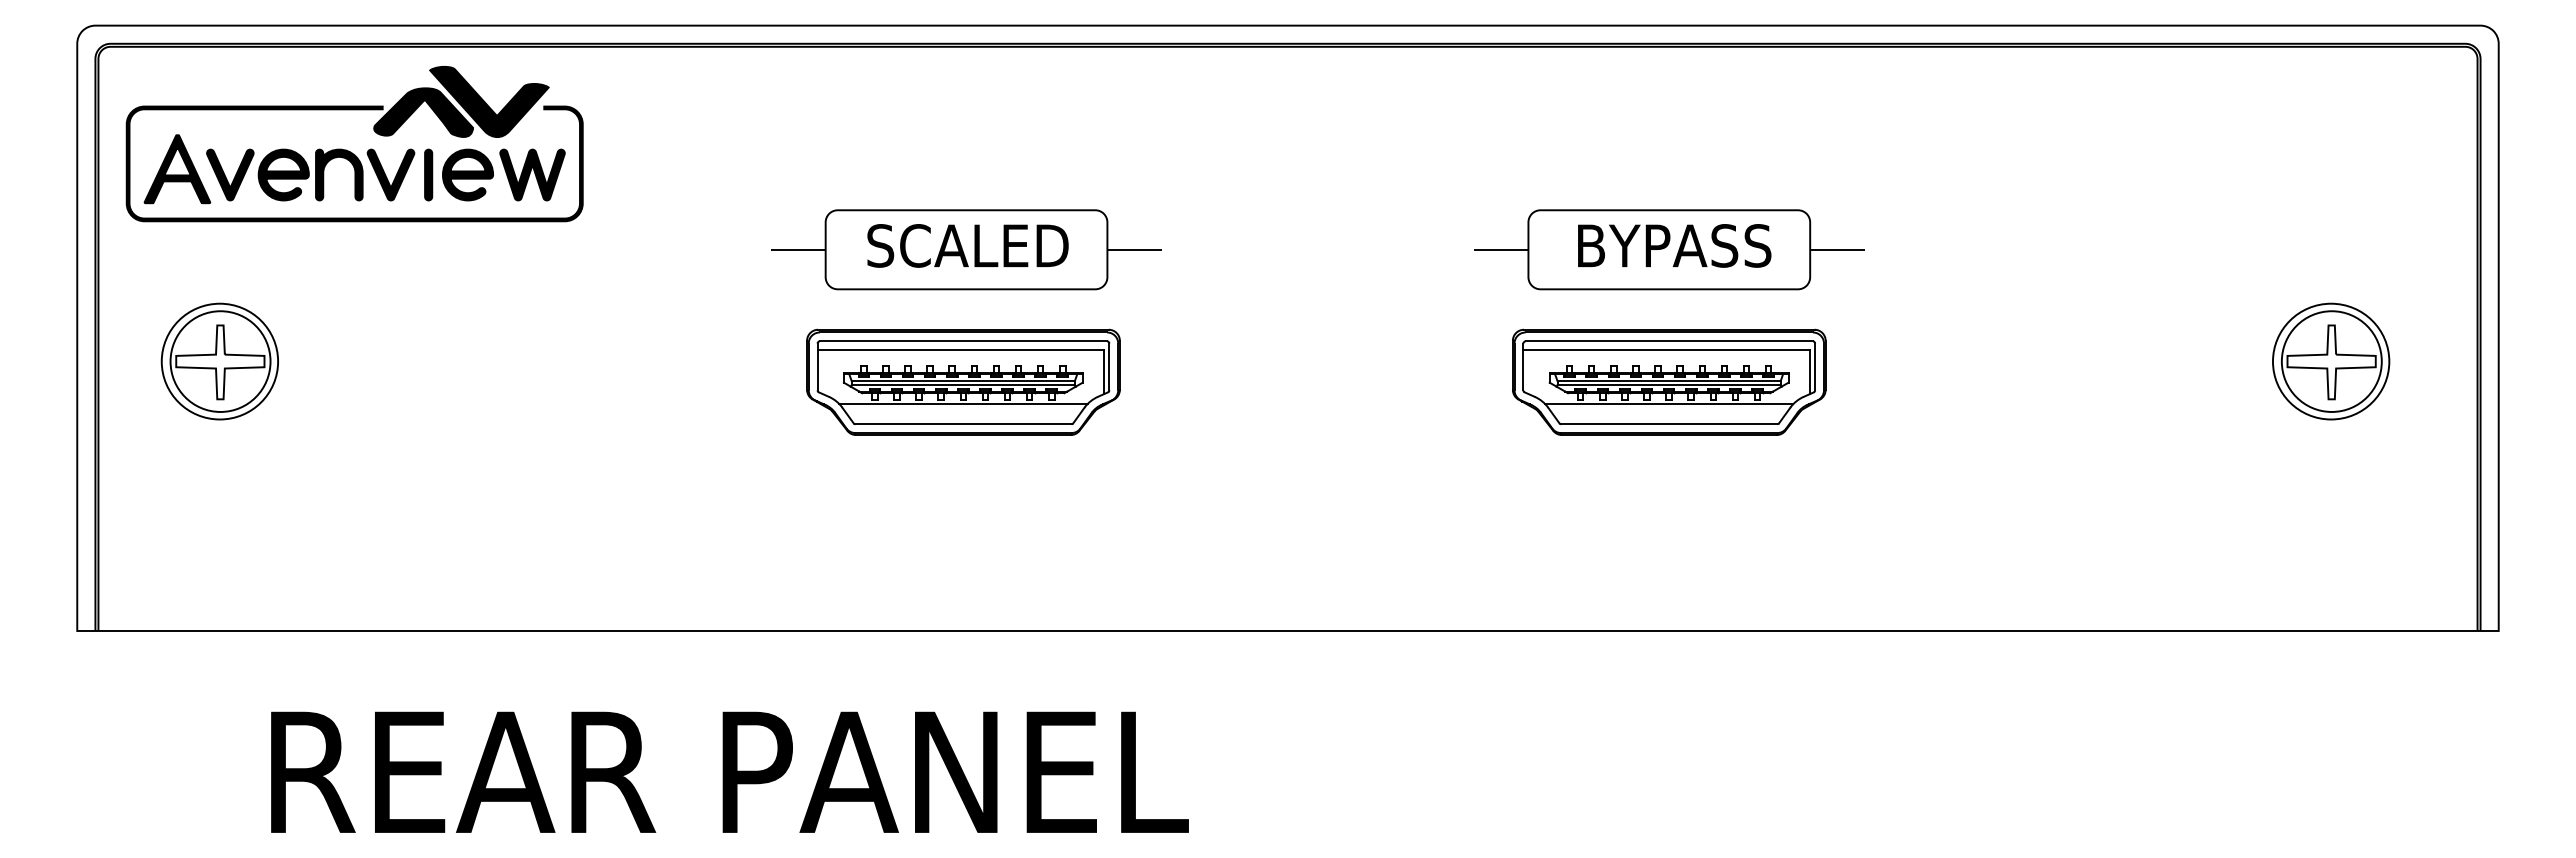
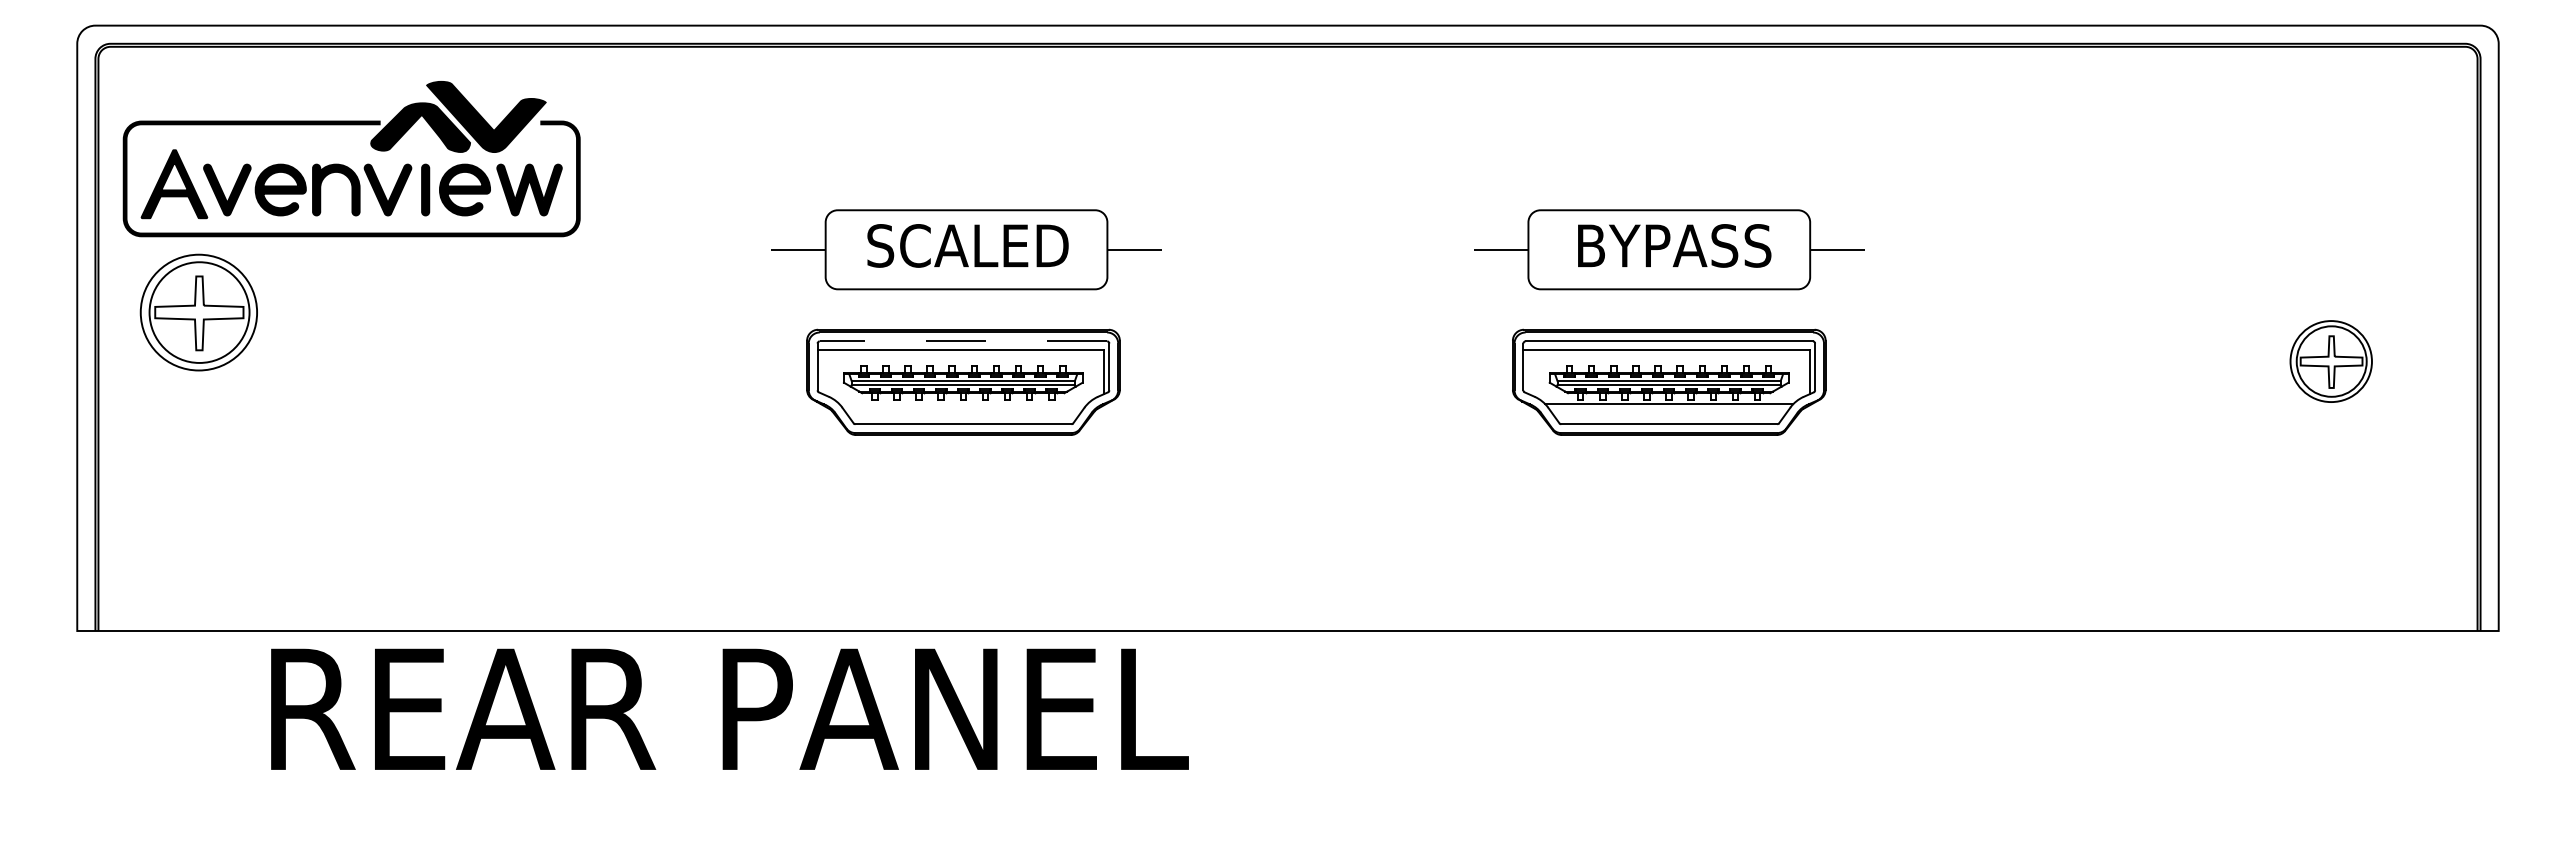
part at (350, 151) position: (350, 151) -> (347, 166)
line at (963, 341): solid -> dashed
part at (219, 361) position: (219, 361) -> (198, 312)
part at (2331, 361) size: 119x119 px -> 84x83 px
line at (963, 404): present -> none
text at (729, 771) position: (729, 771) -> (729, 708)
